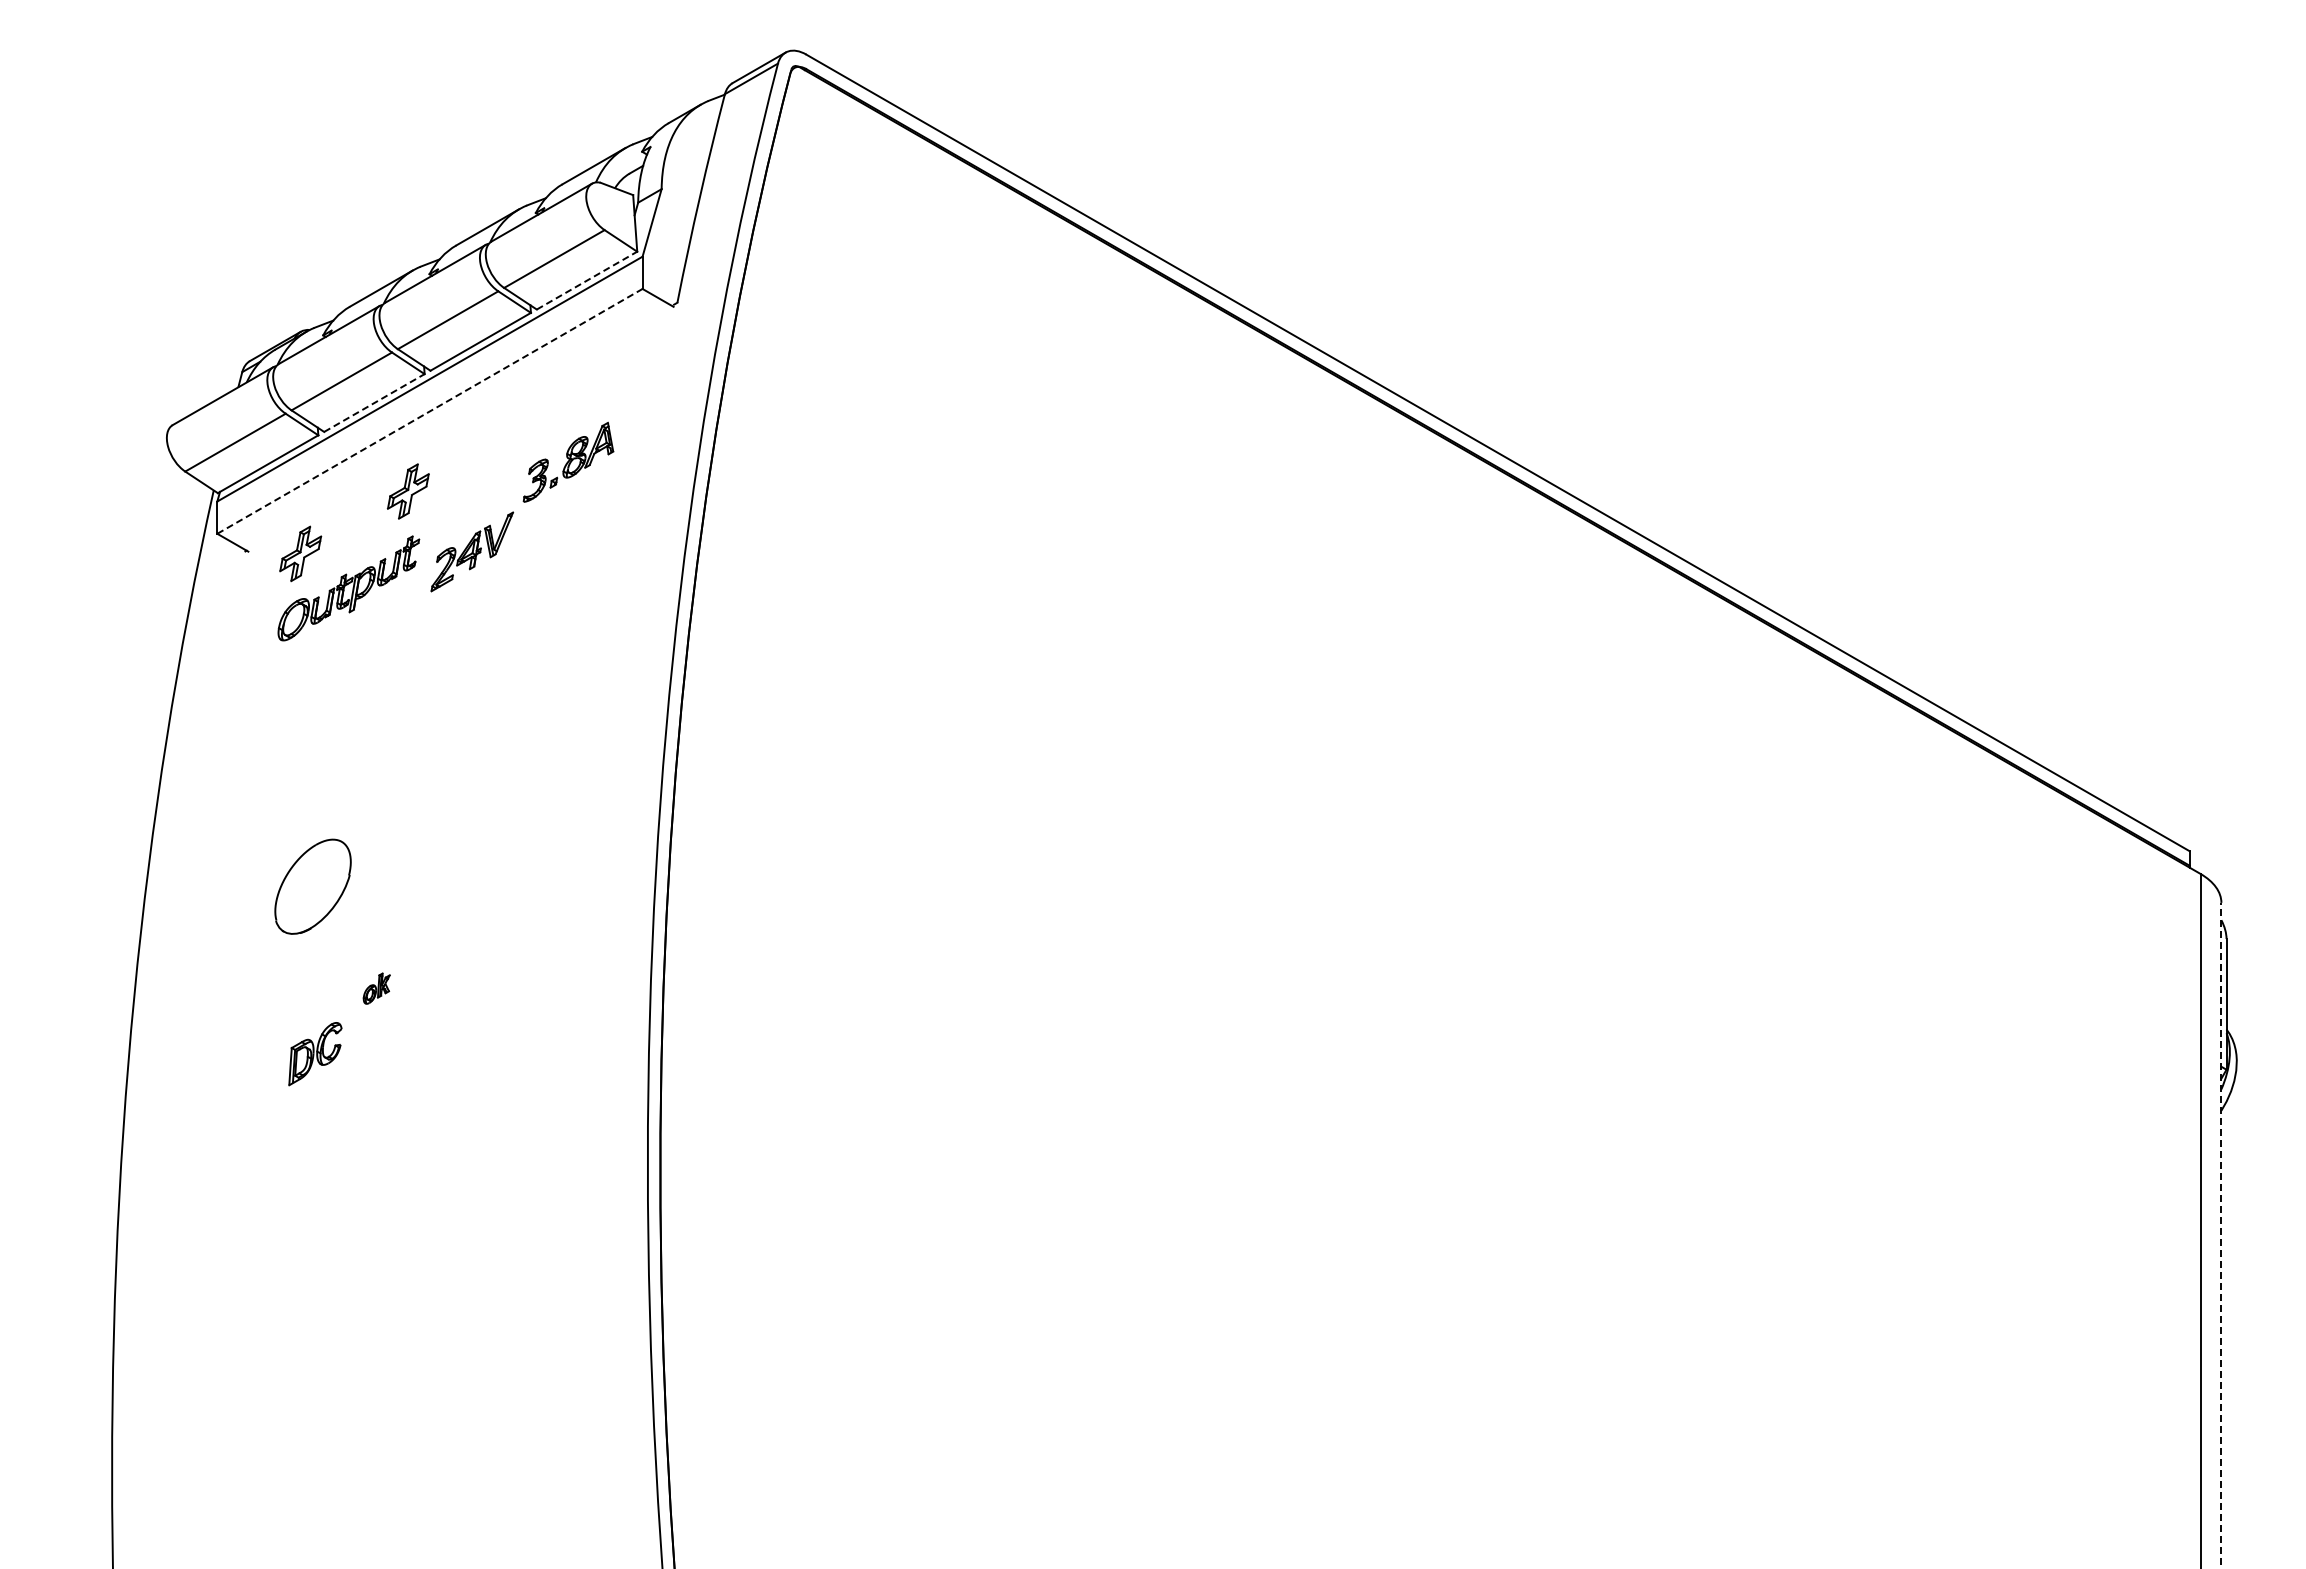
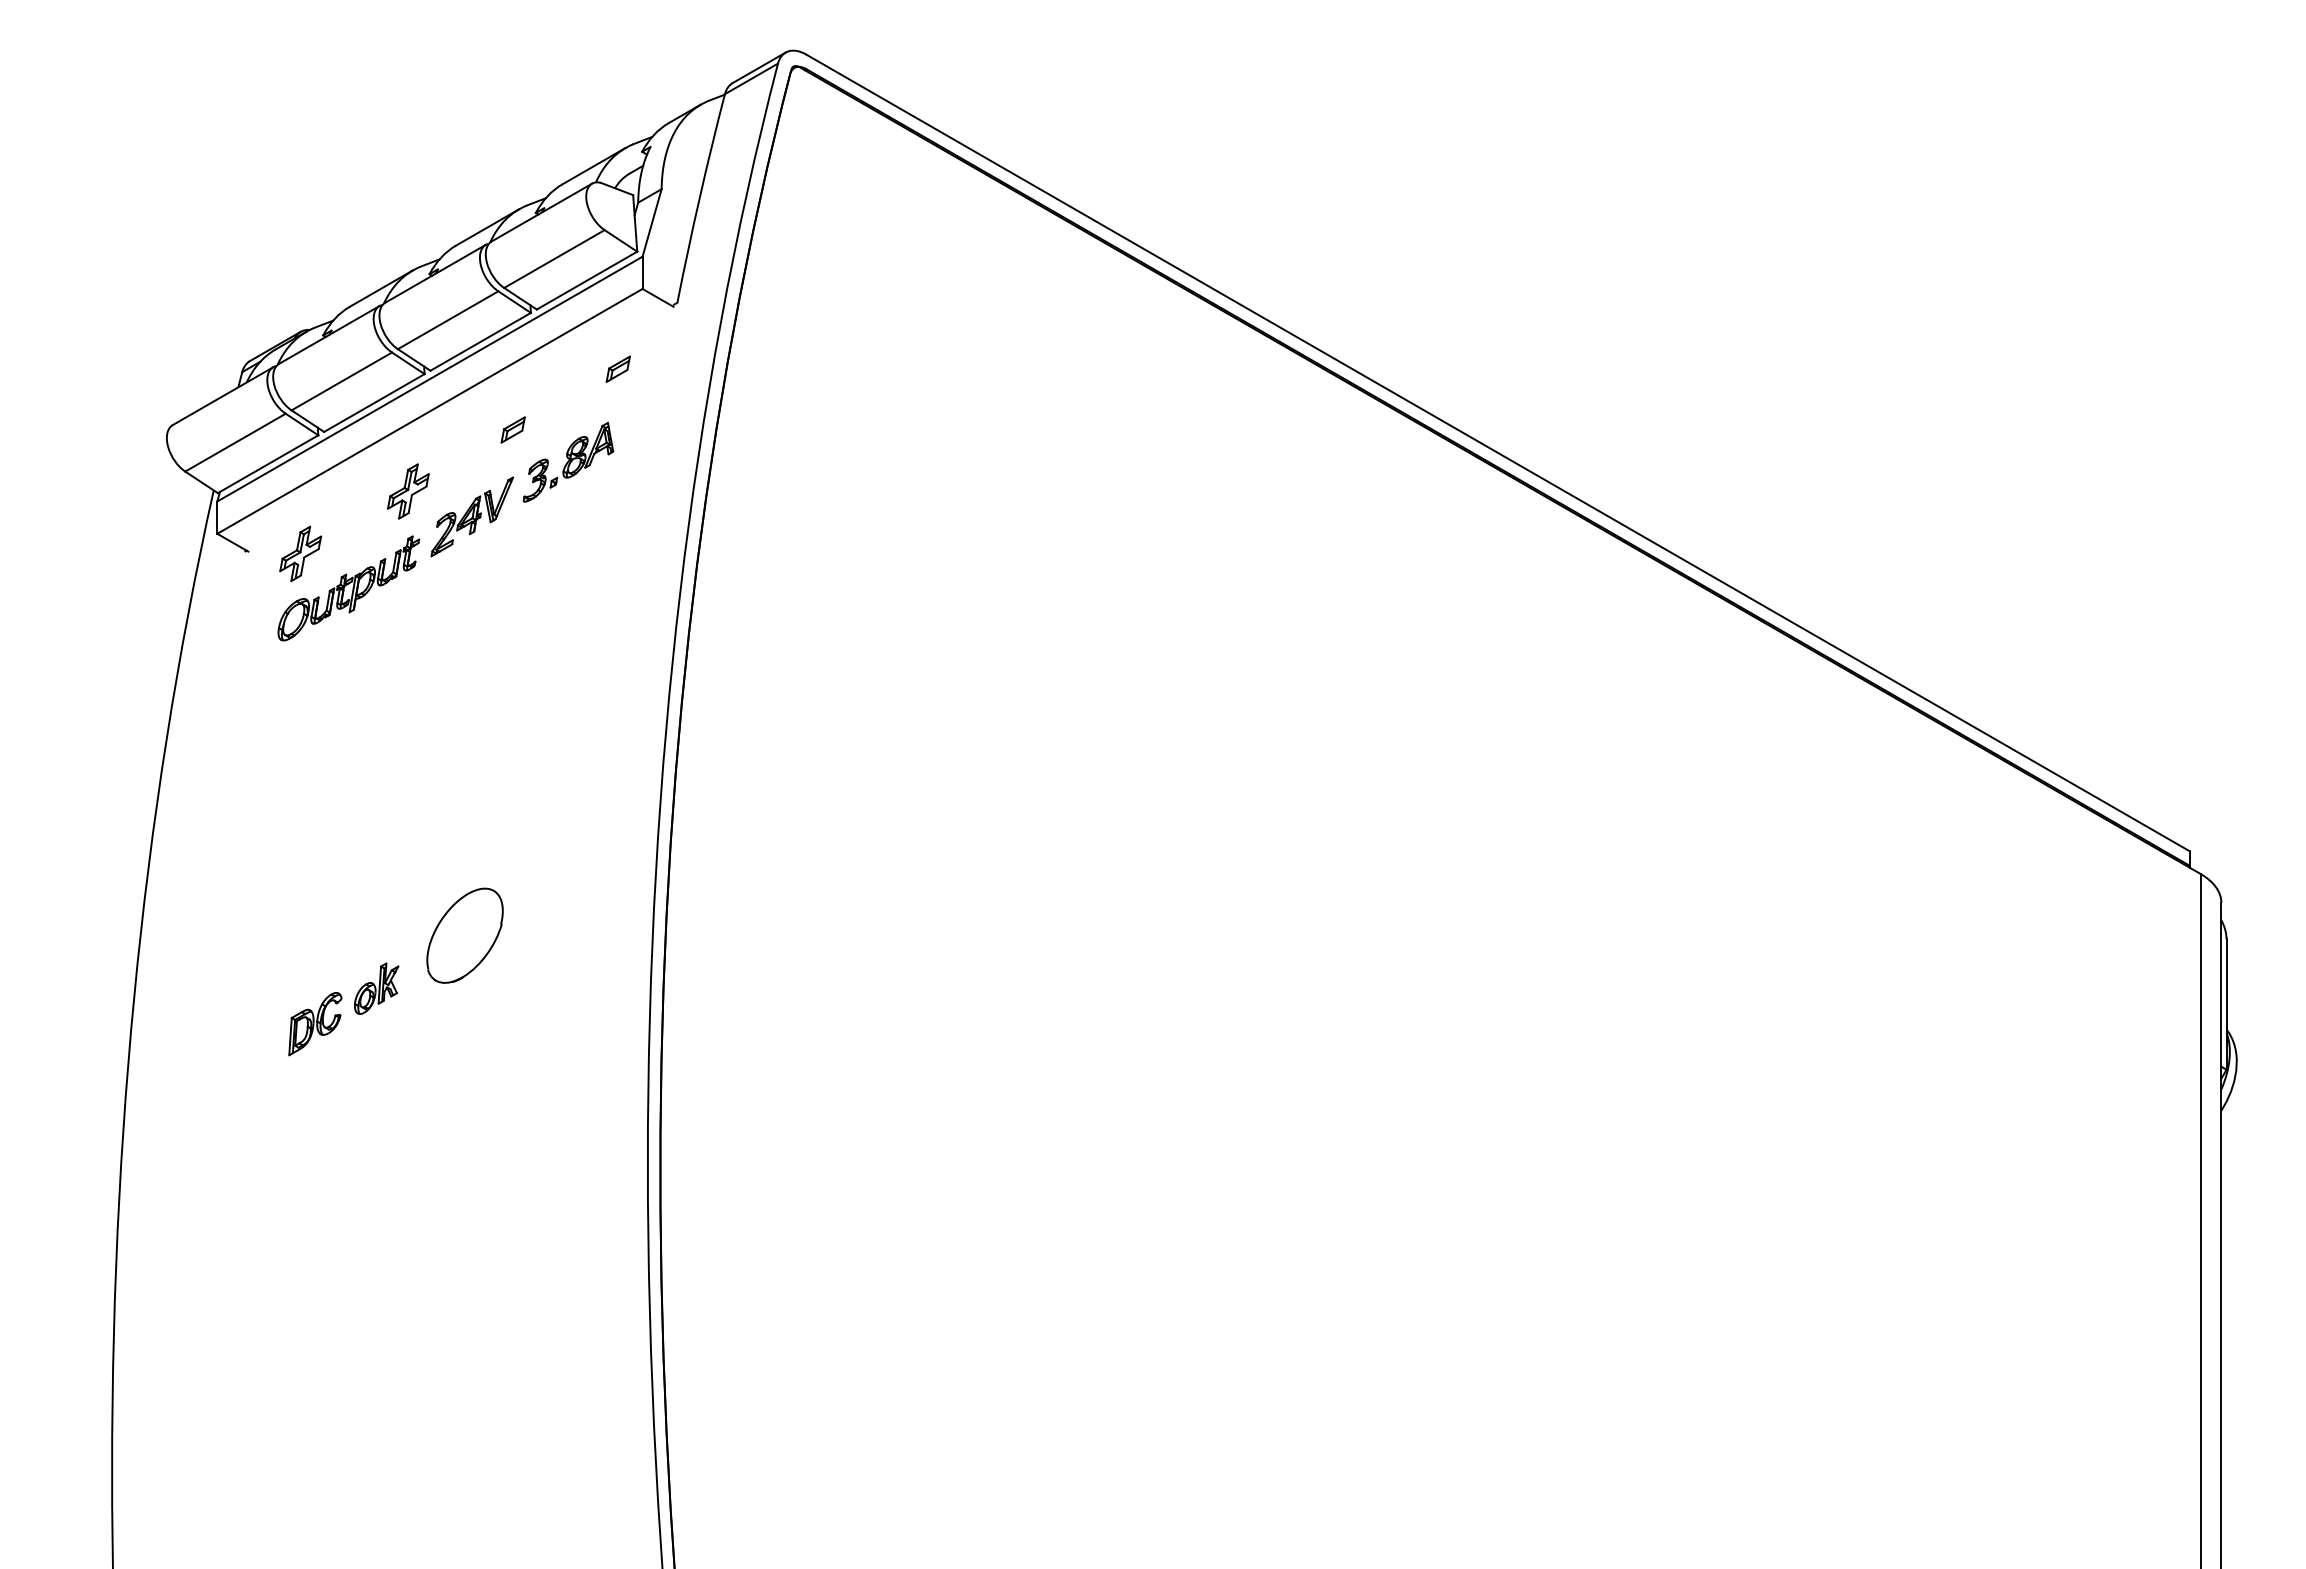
line at (587, 280): dashed -> solid
part at (617, 368): none -> present
line at (374, 403): dashed -> solid
line at (430, 411): dashed -> solid
part at (512, 429): none -> present
part at (472, 551) position: (472, 551) -> (472, 516)
part at (312, 886) position: (312, 886) -> (464, 935)
part at (376, 988) size: 29x33 px -> 46x53 px
part at (315, 1054) position: (315, 1054) -> (315, 1024)
line at (2221, 1235): dashed -> solid
